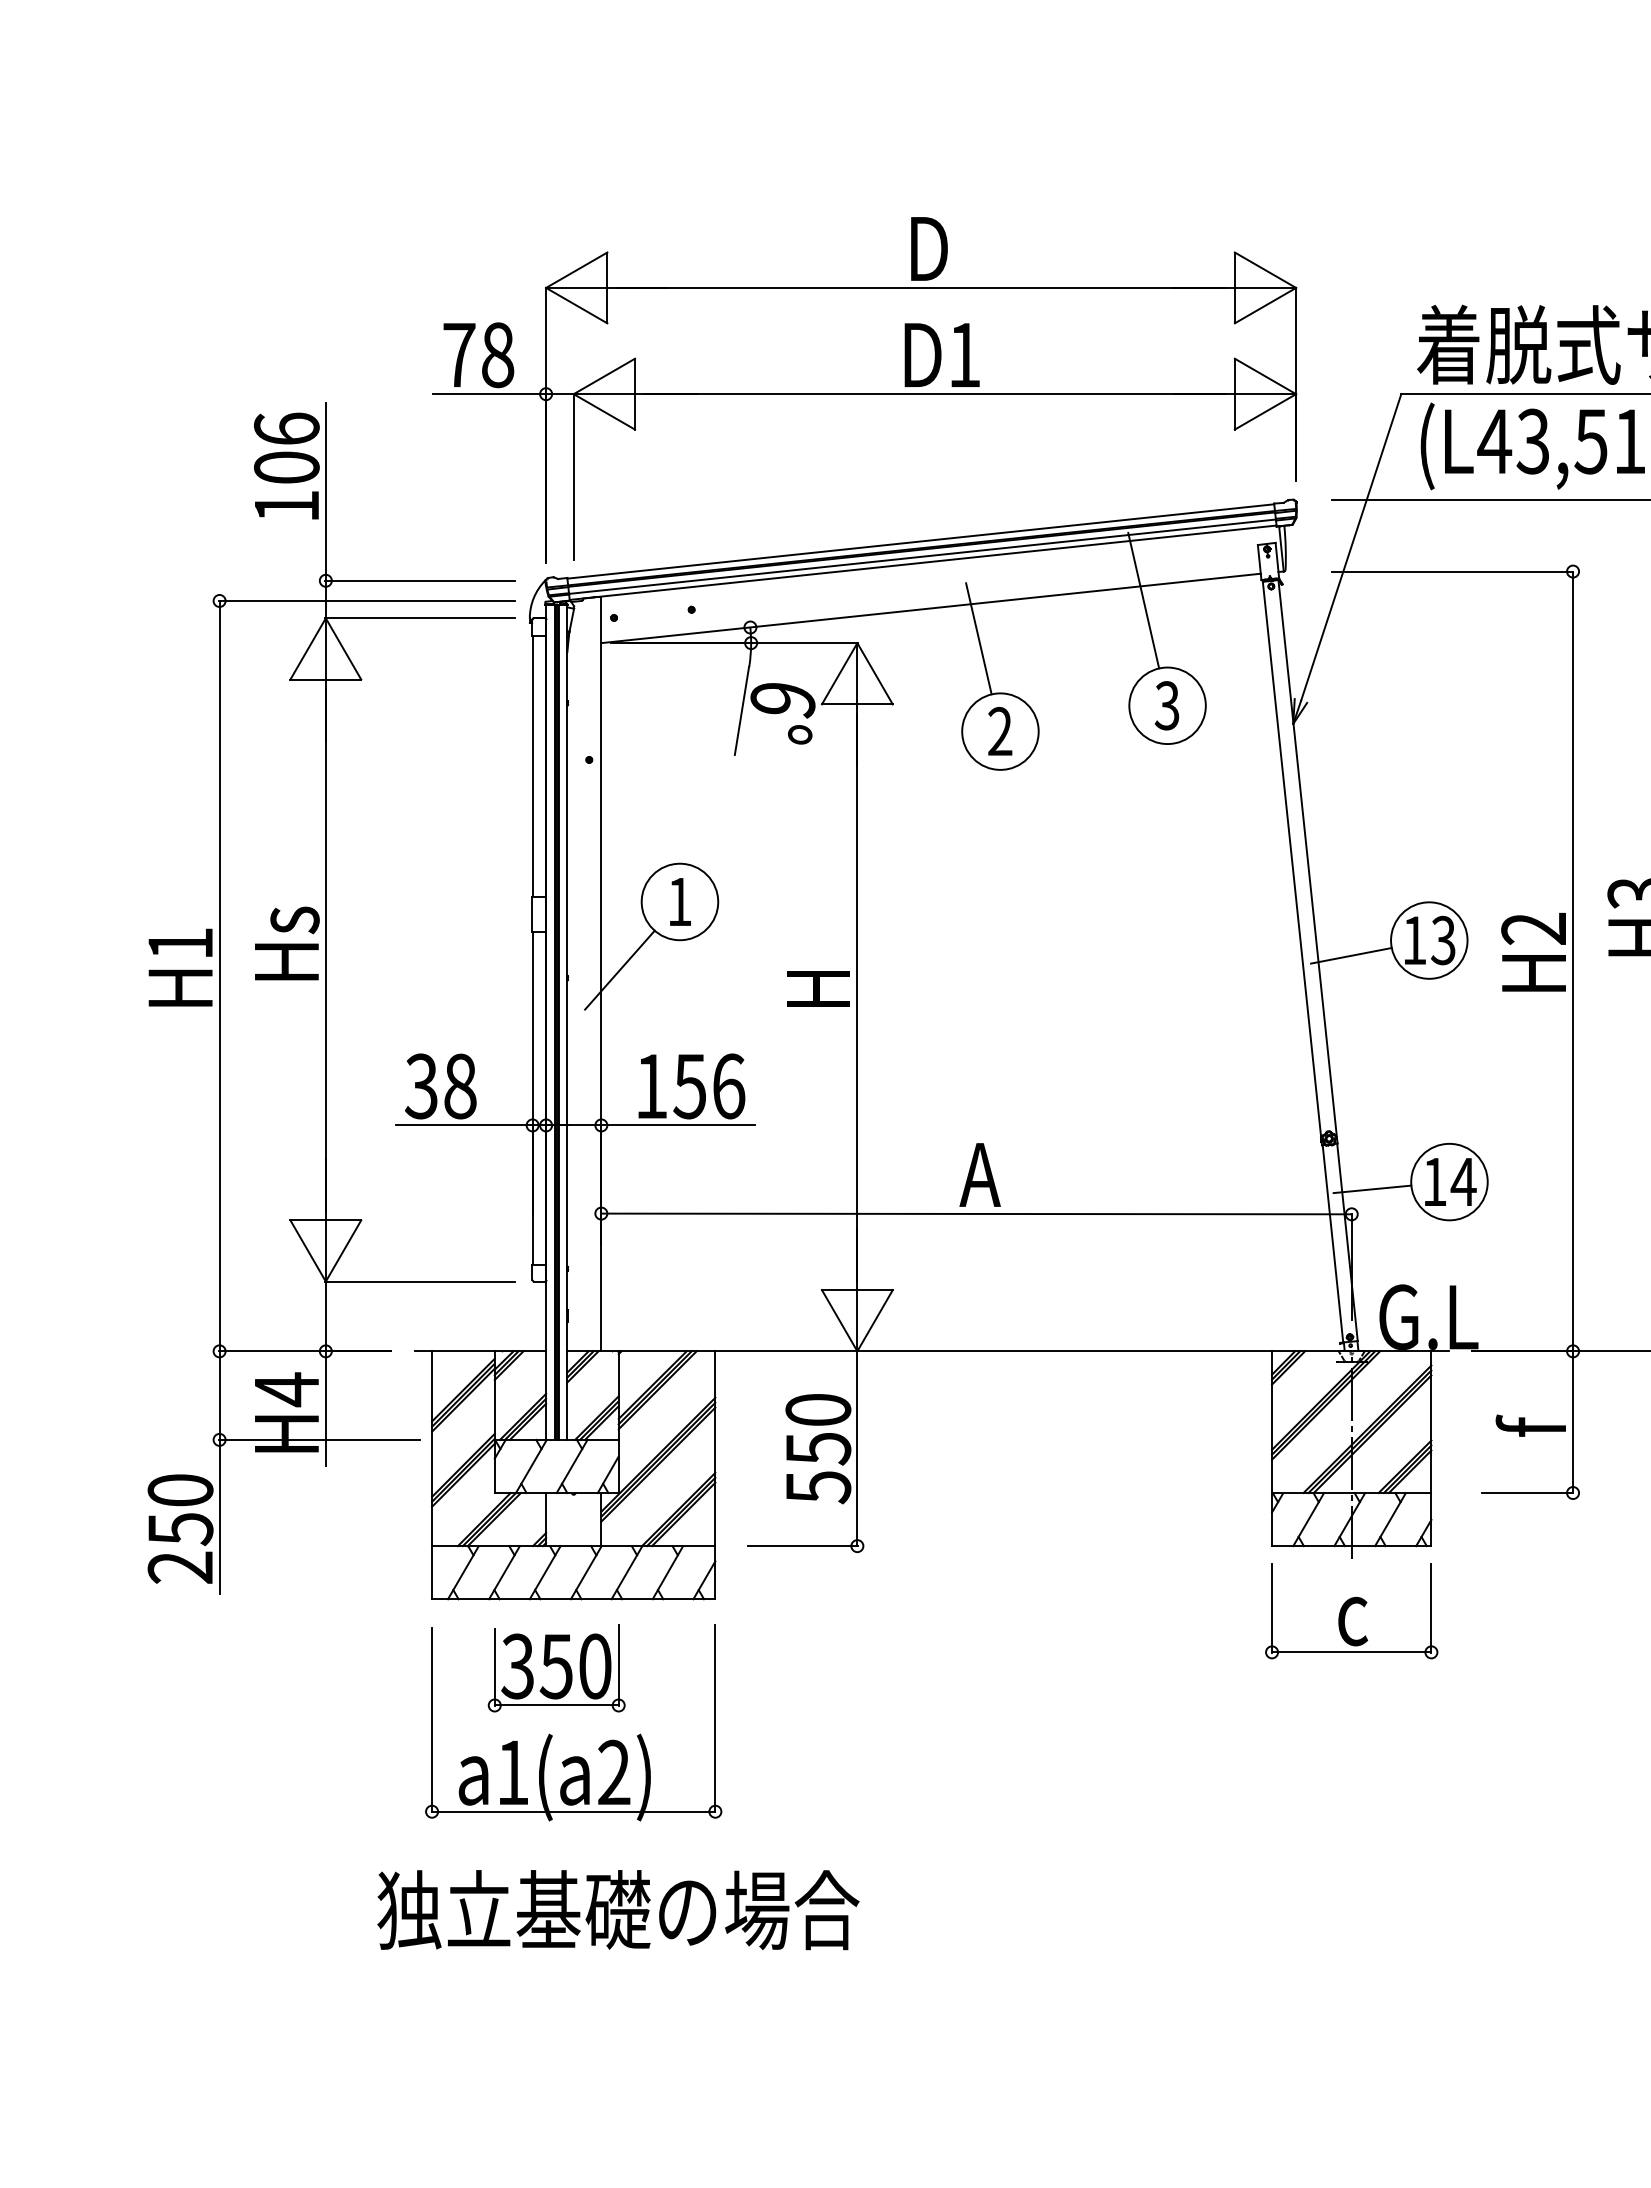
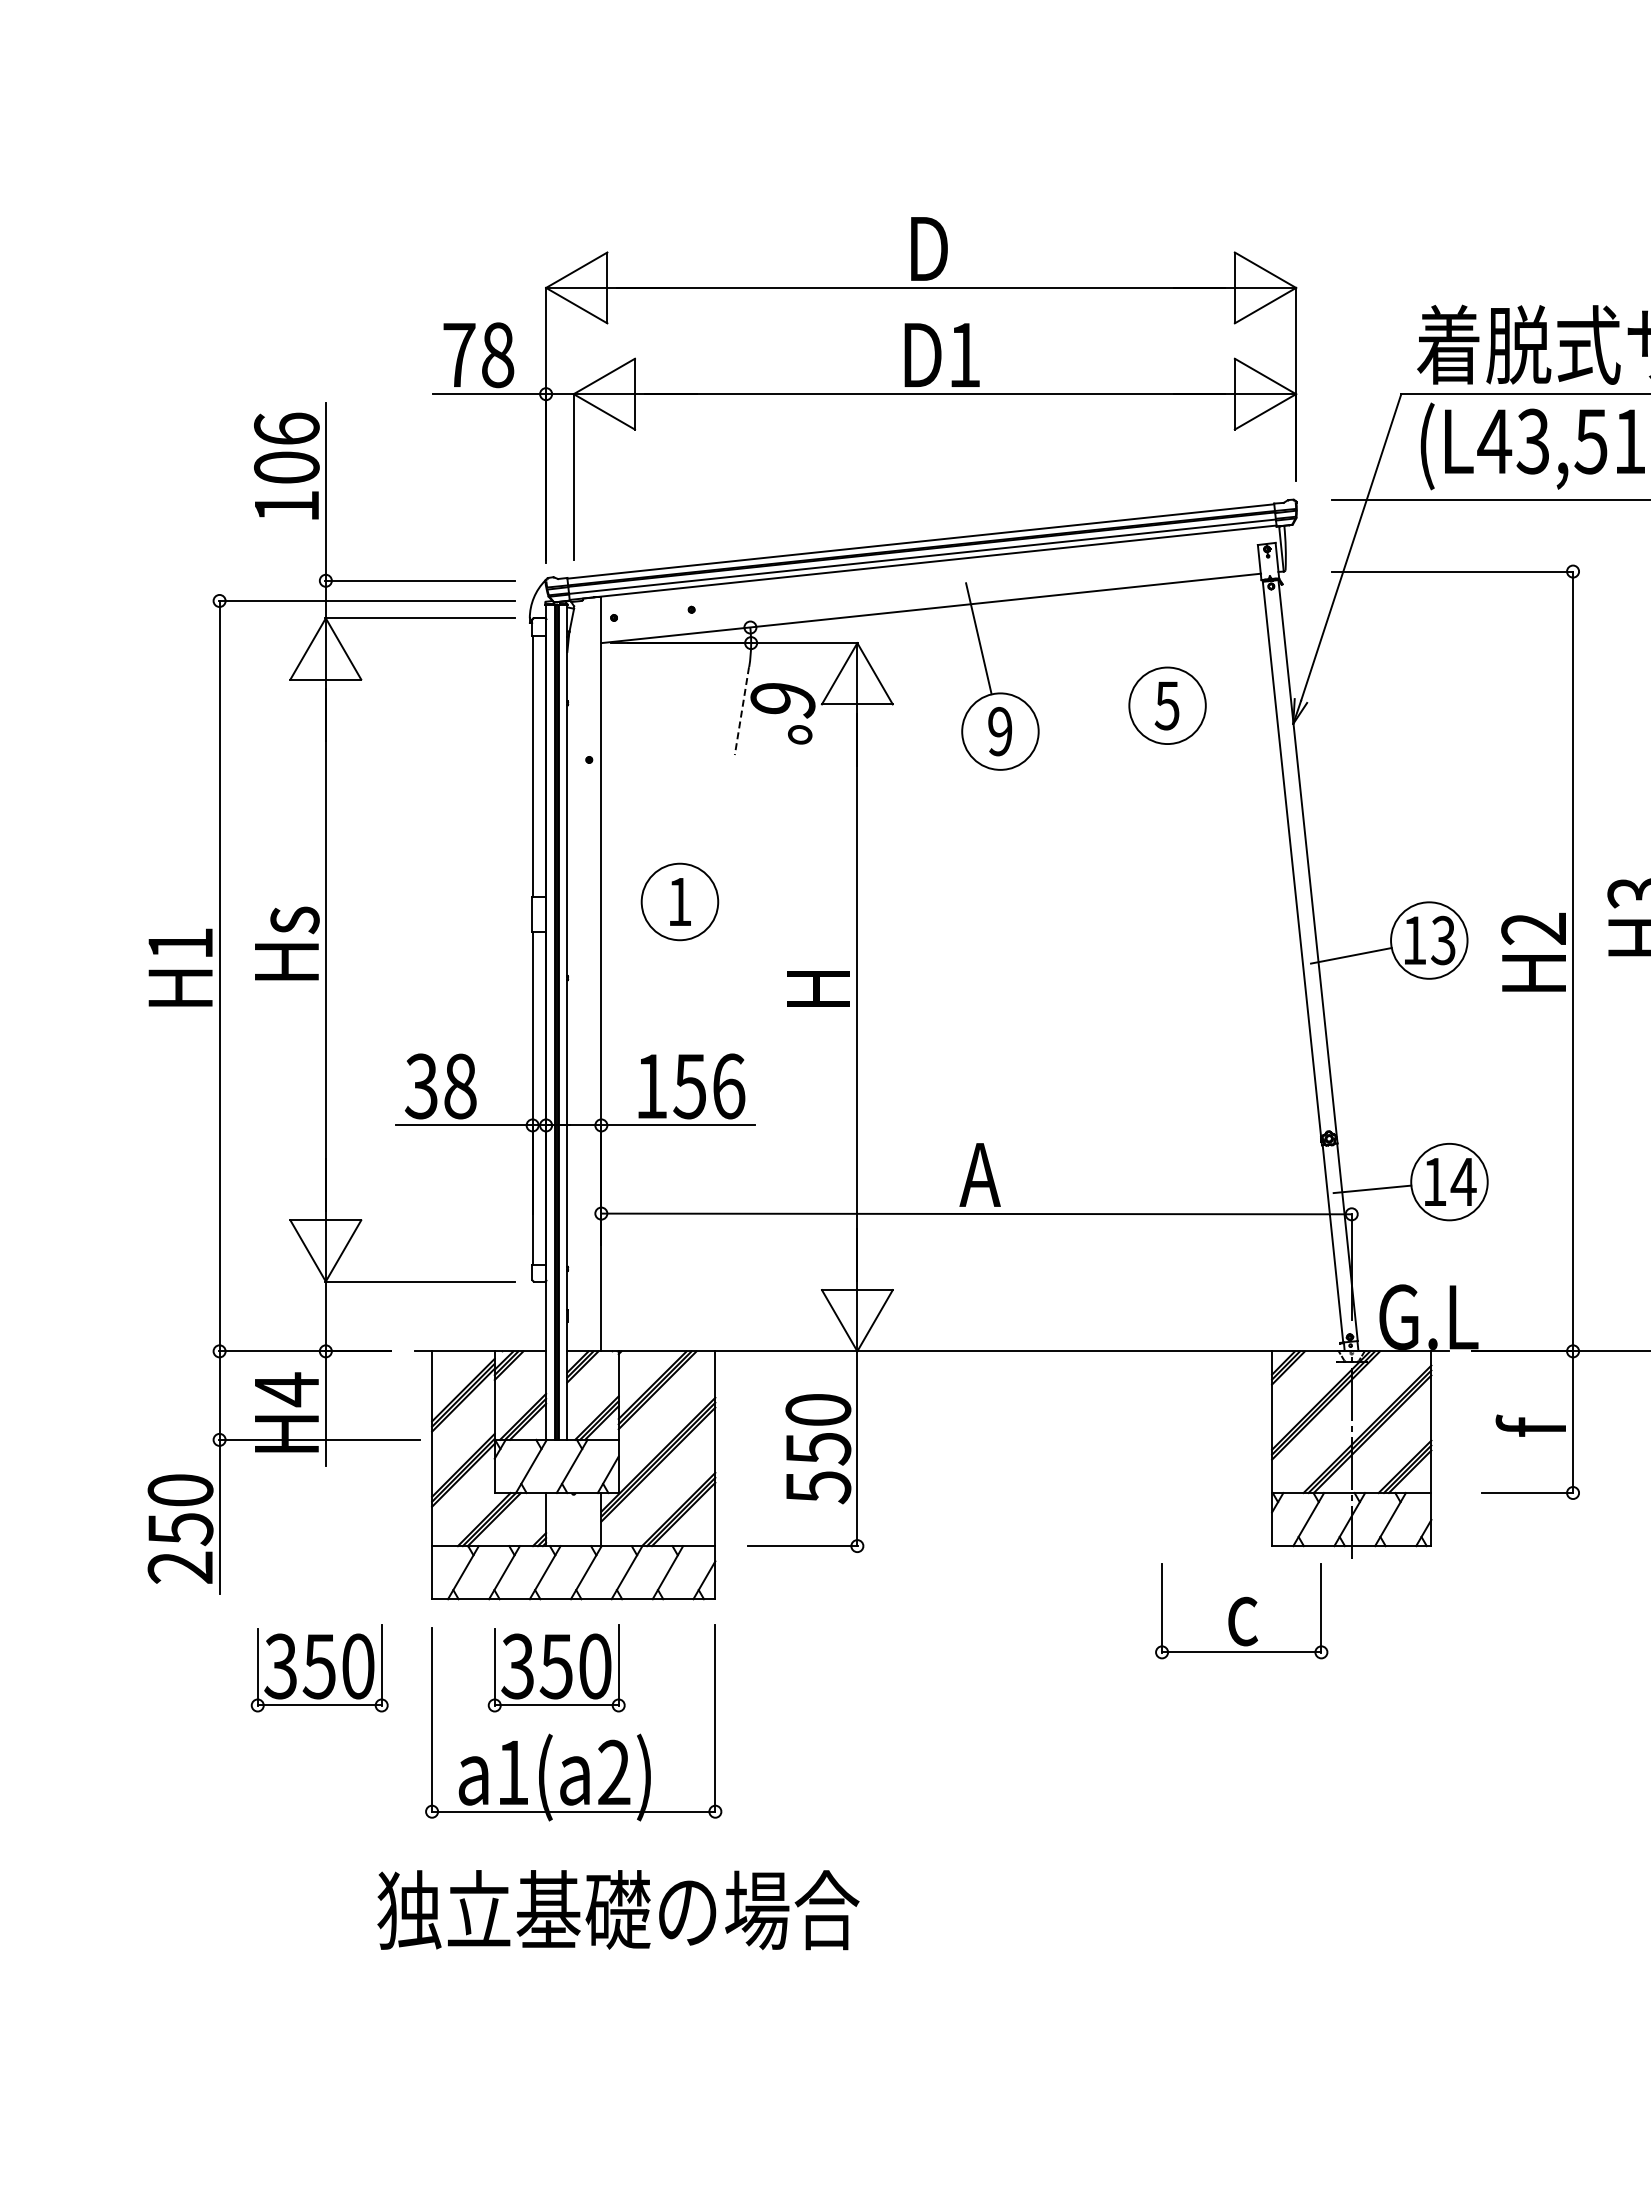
line at (1143, 600): present -> none
text at (1166, 705): 3 -> 5
line at (741, 711): solid -> dashed
text at (1000, 731): 2 -> 9
line at (619, 969): present -> none
part at (1351, 1611) position: (1351, 1611) -> (1241, 1611)
part at (319, 1668): none -> present
